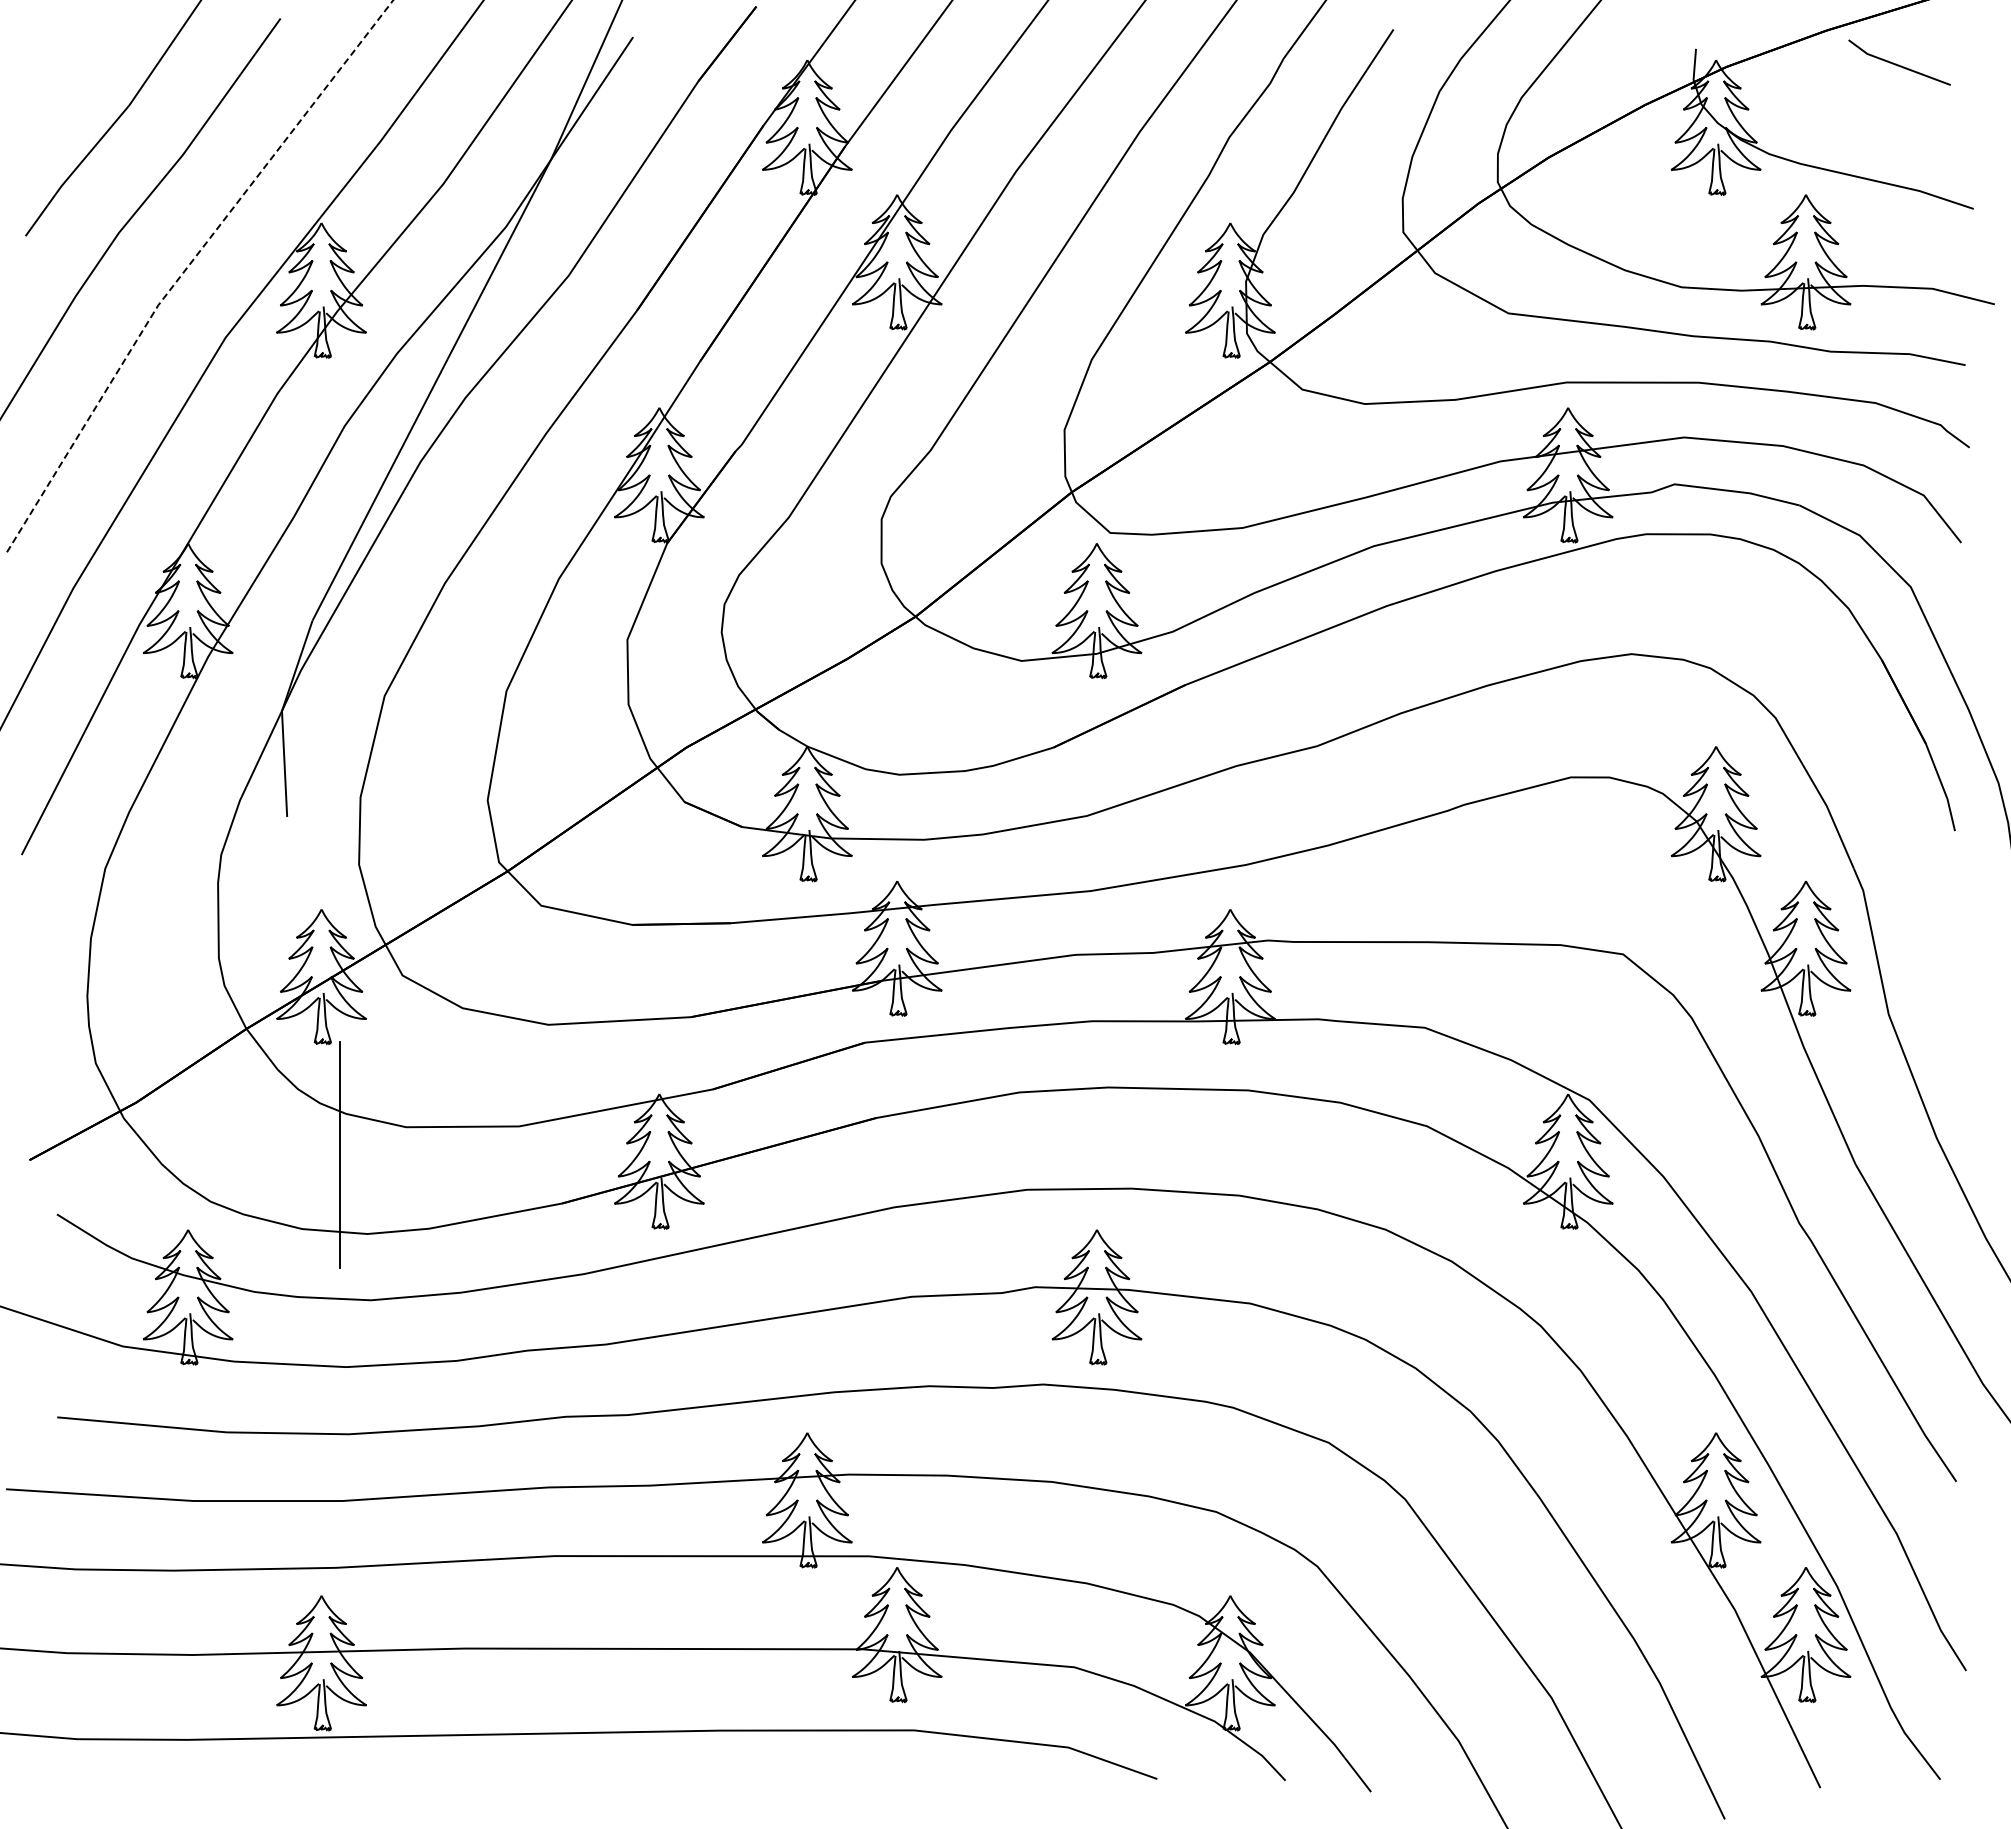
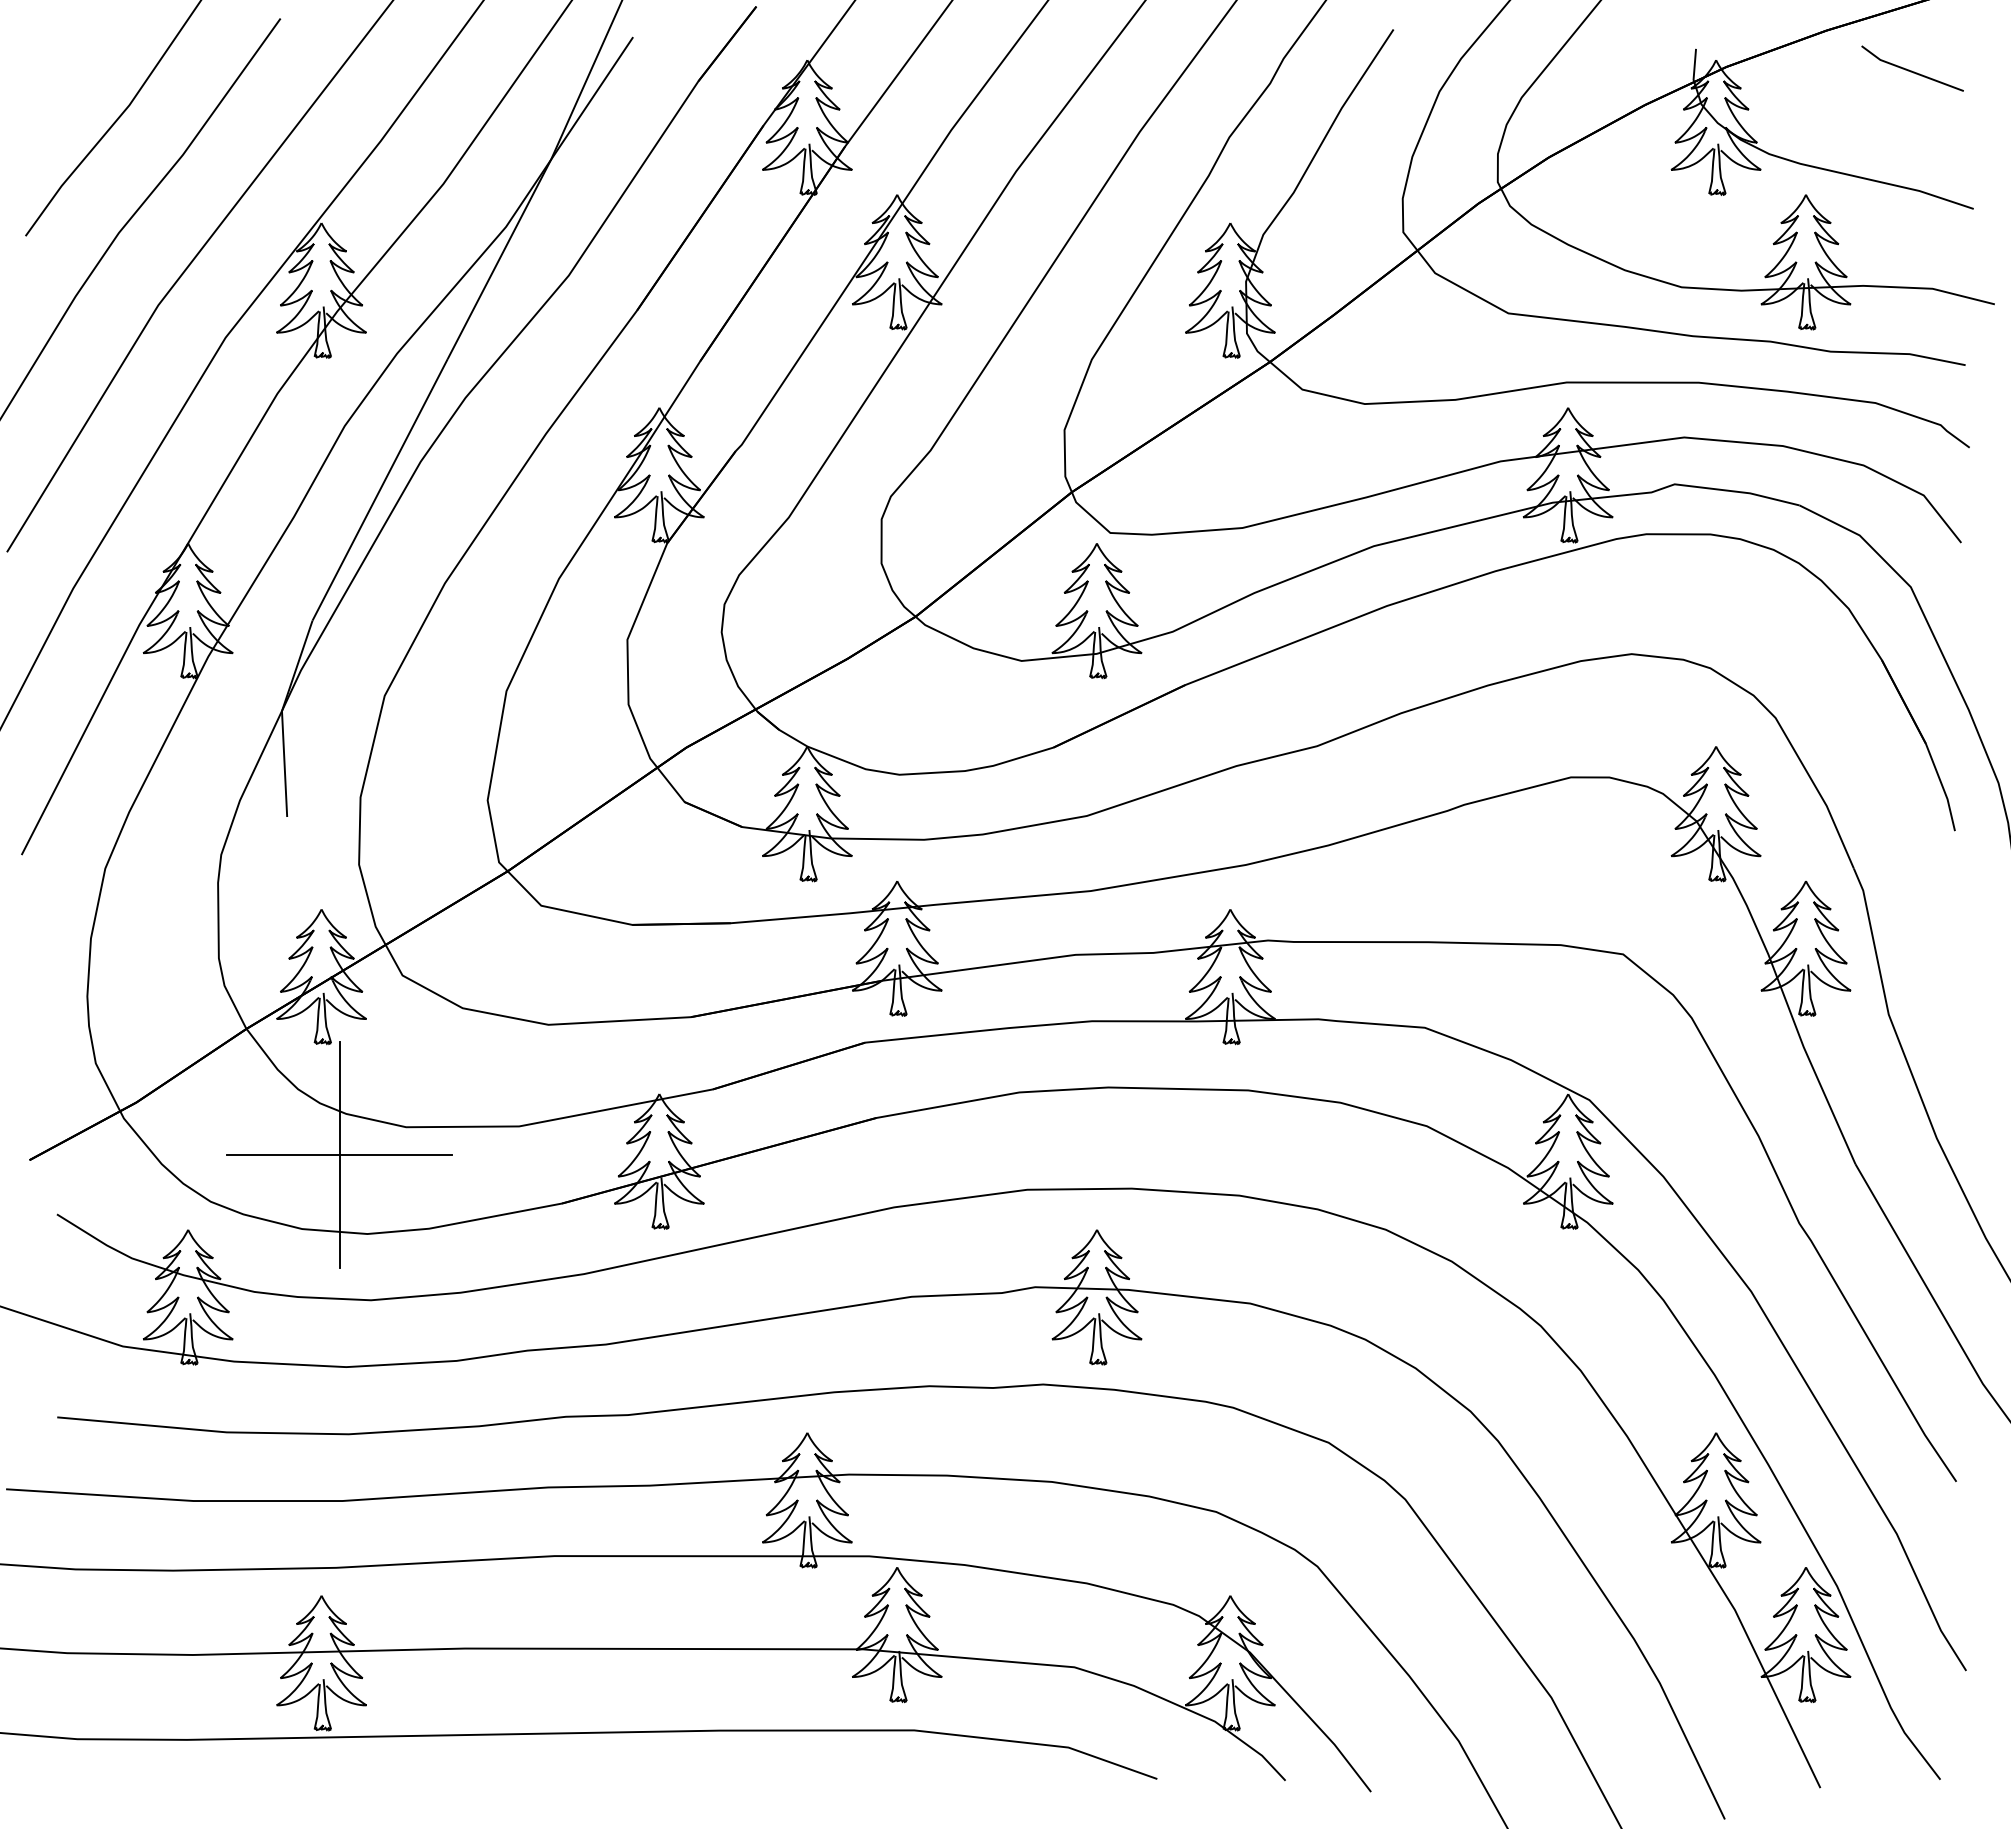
line at (1898, 64) position: (1898, 64) -> (1911, 70)
line at (187, 268): dashed -> solid
line at (339, 1155): none -> present
